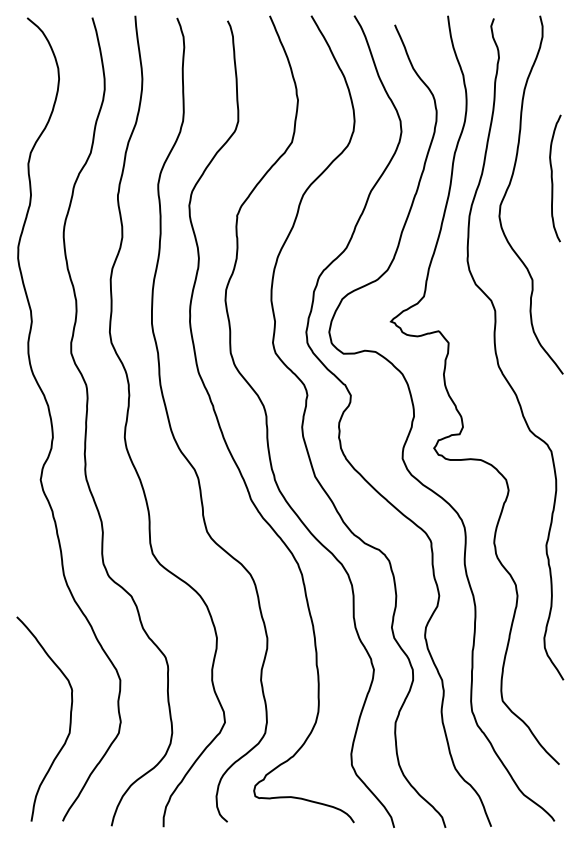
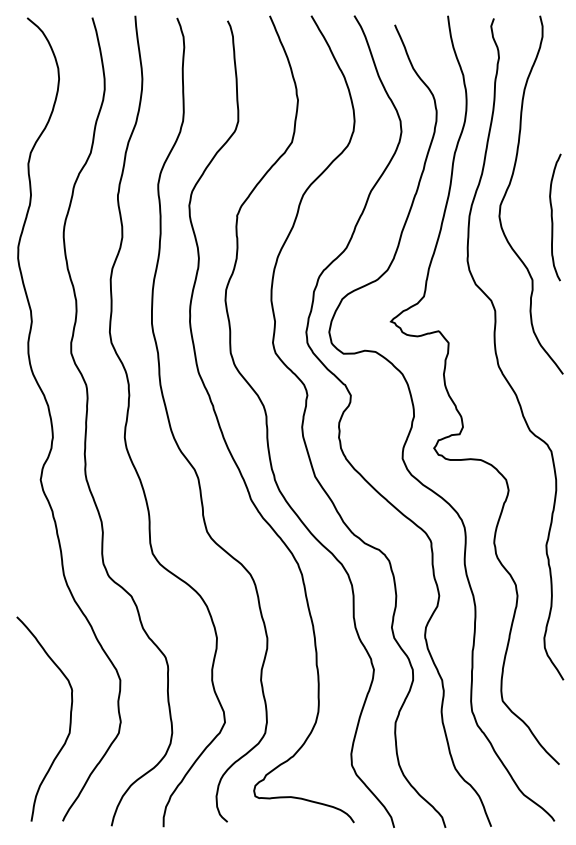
curve at (552, 178) position: (552, 178) -> (552, 217)
